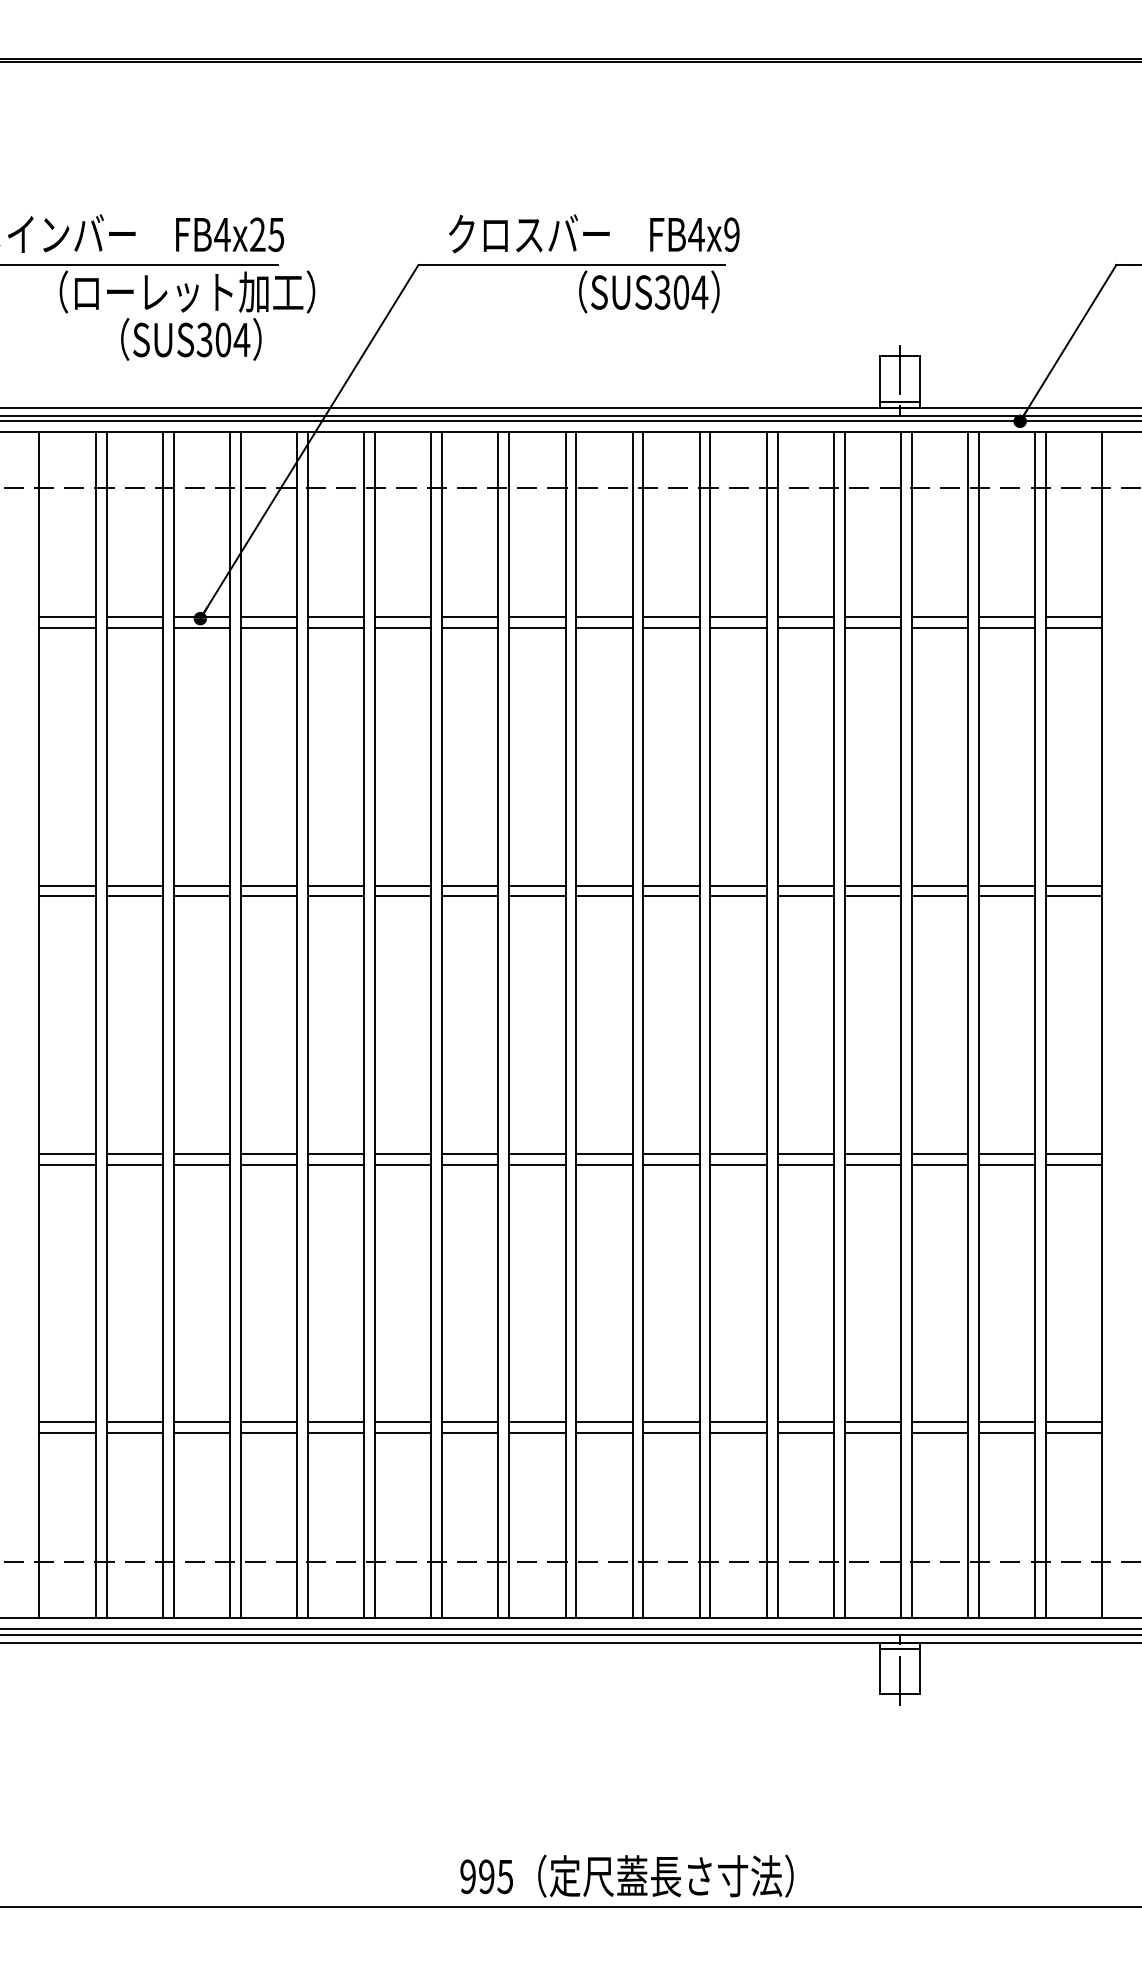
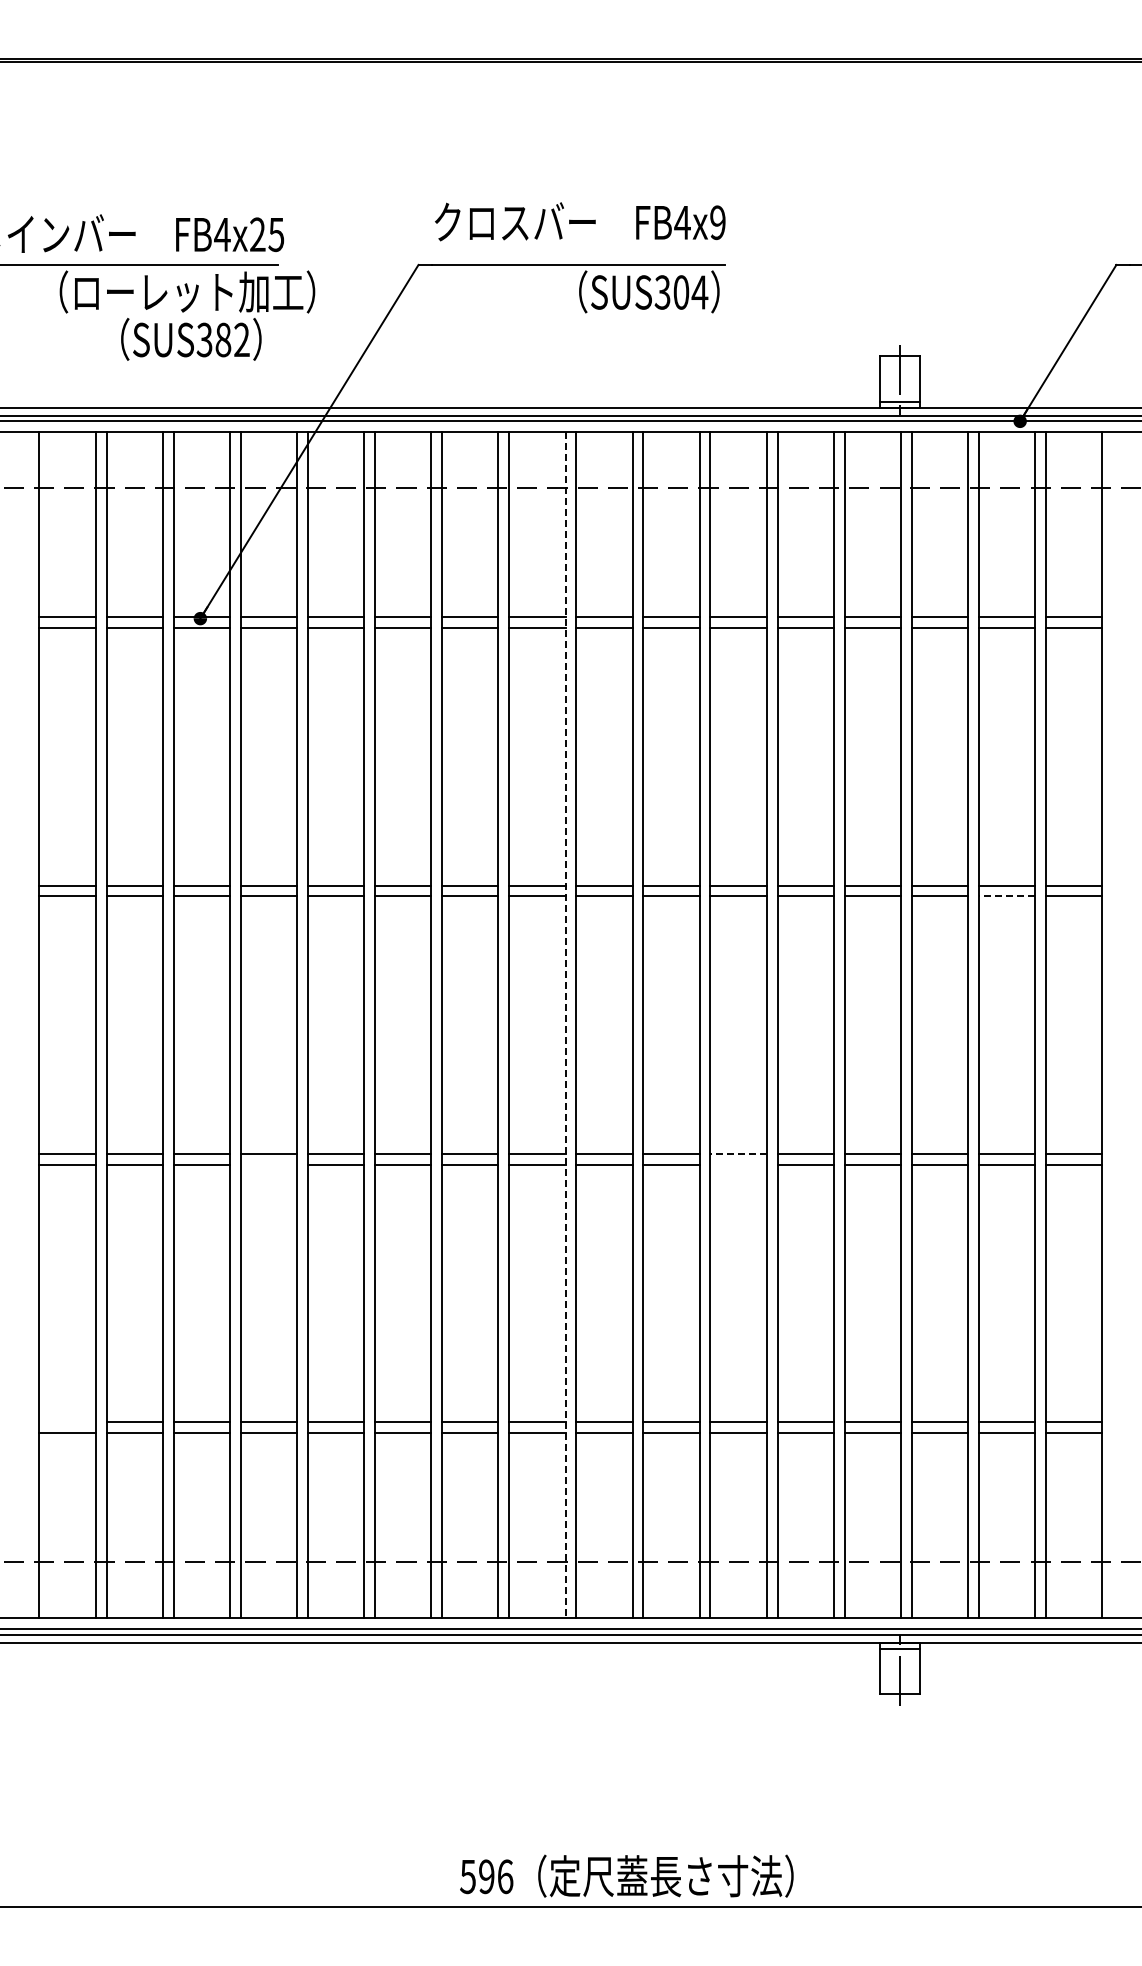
text at (594, 233) position: (594, 233) -> (580, 221)
text at (232, 339): SUS304 -> SUS382
line at (1006, 896): solid -> dashed
line at (565, 1025): solid -> dashed
line at (738, 1154): solid -> dashed
line at (268, 1164): present -> none
line at (738, 1164): present -> none
line at (67, 1422): present -> none
text at (486, 1876): 995 -> 596
